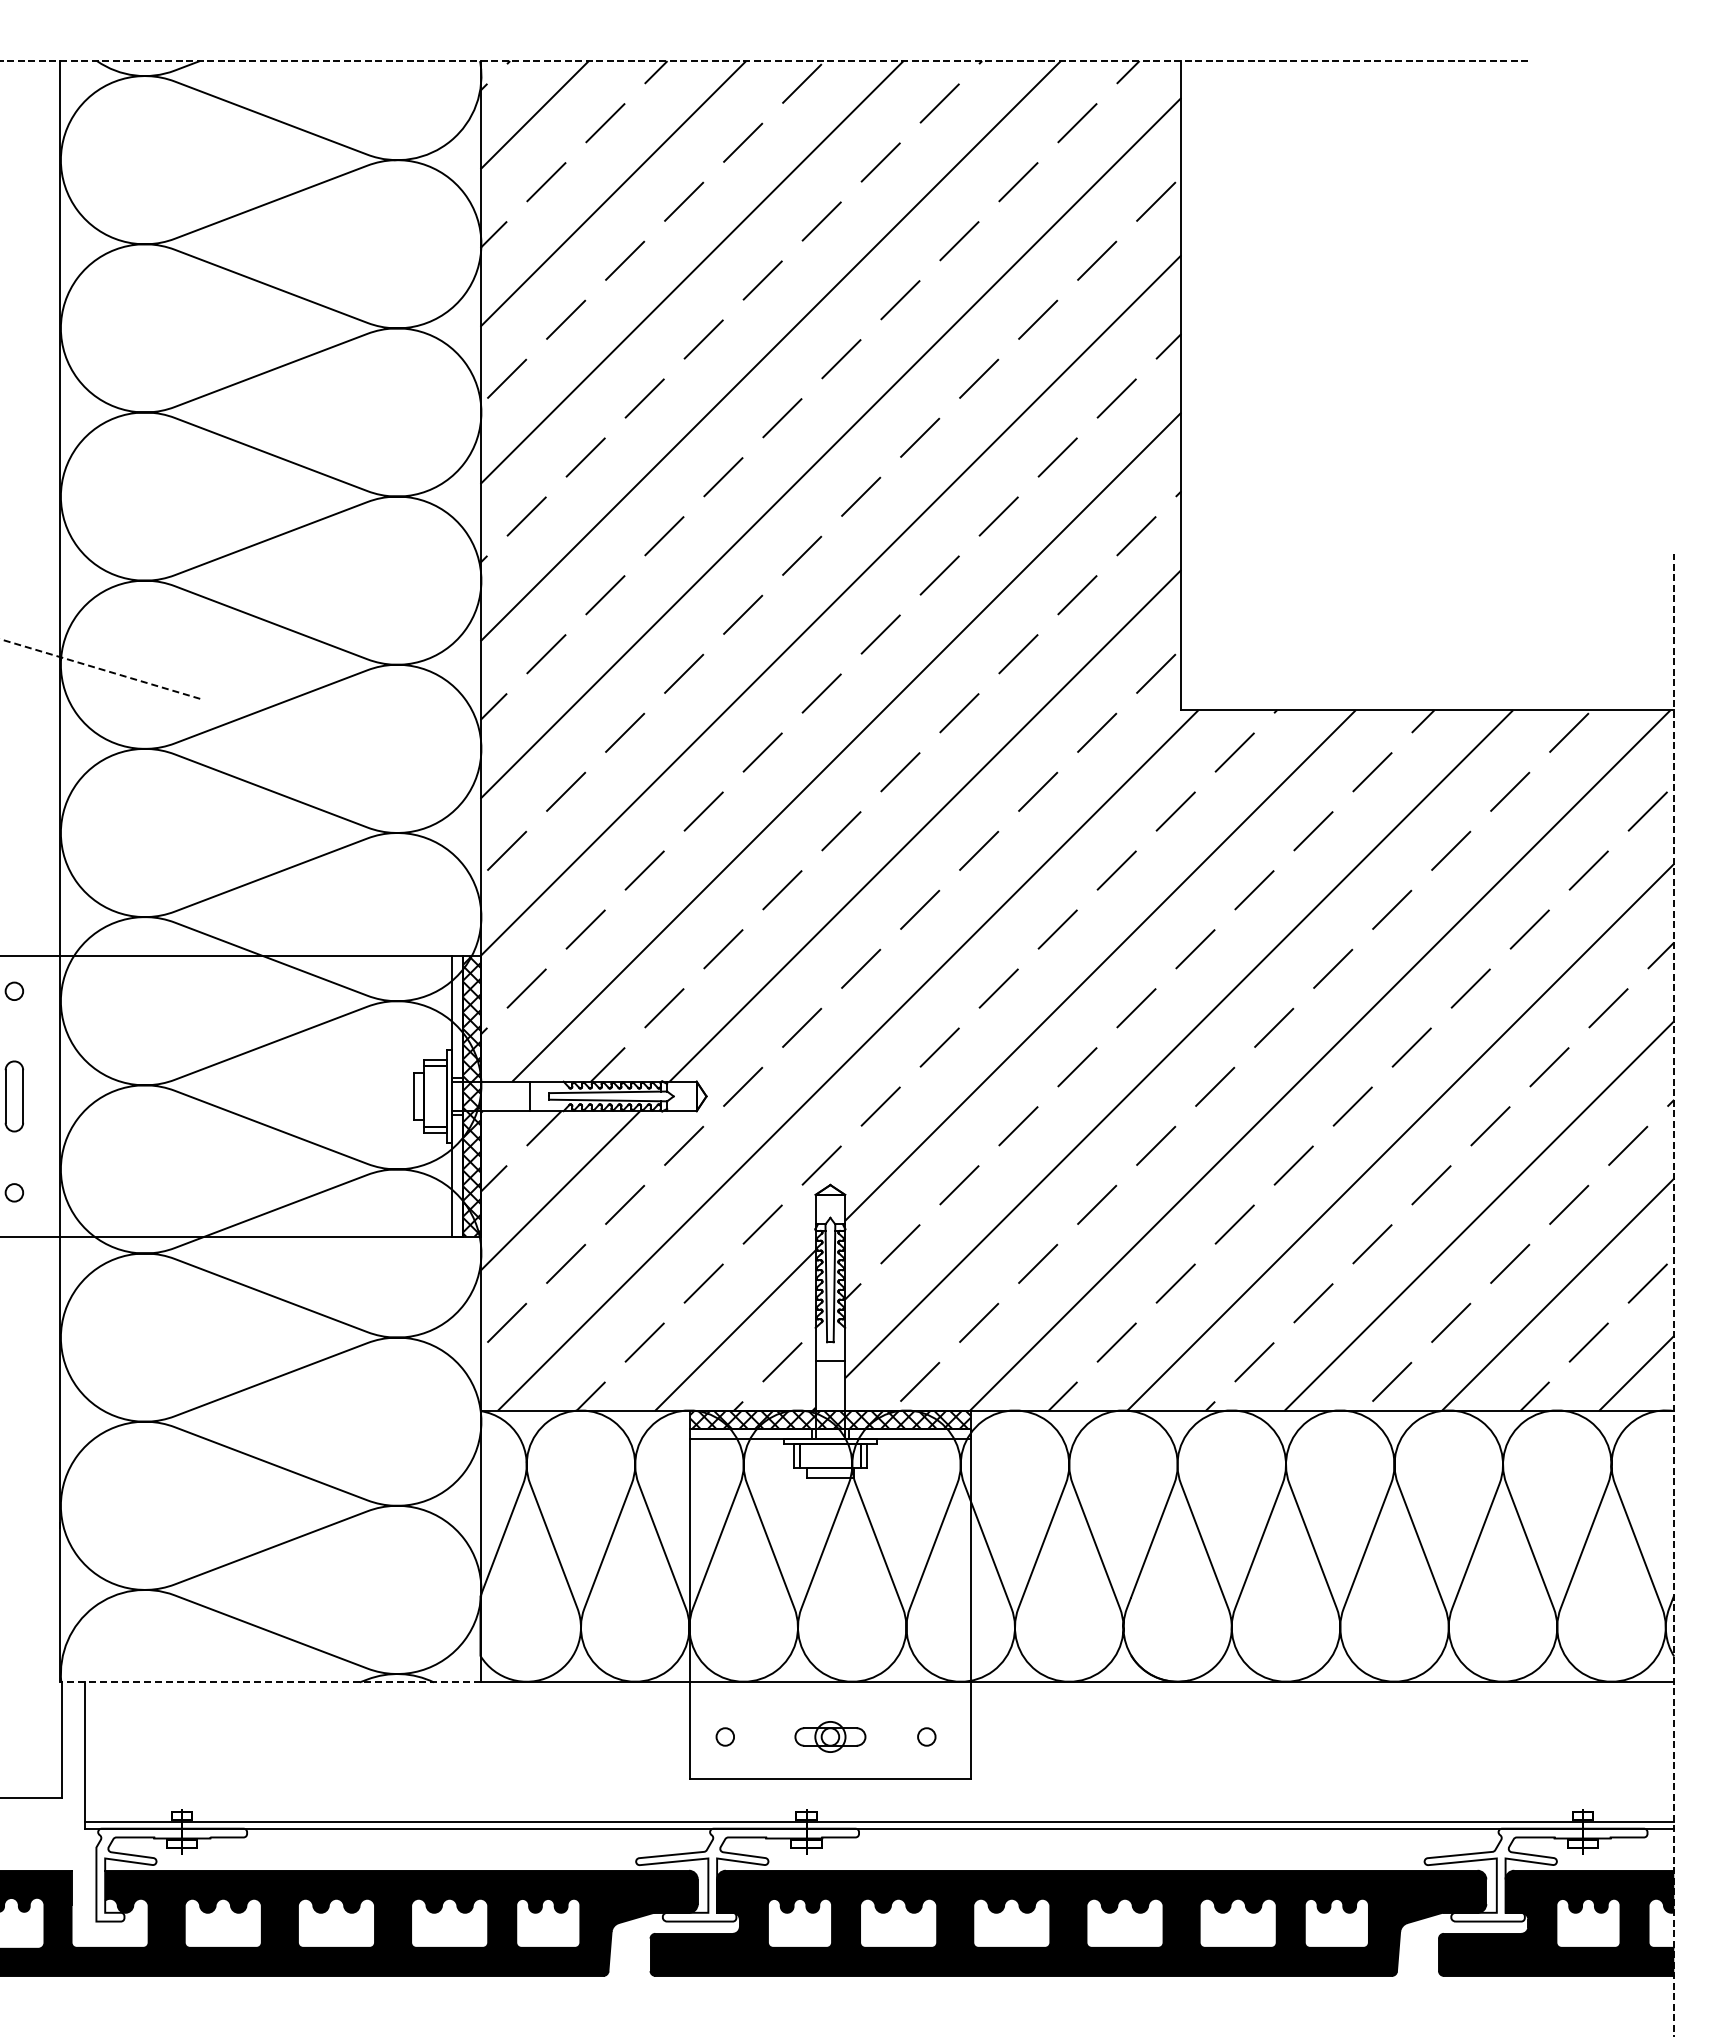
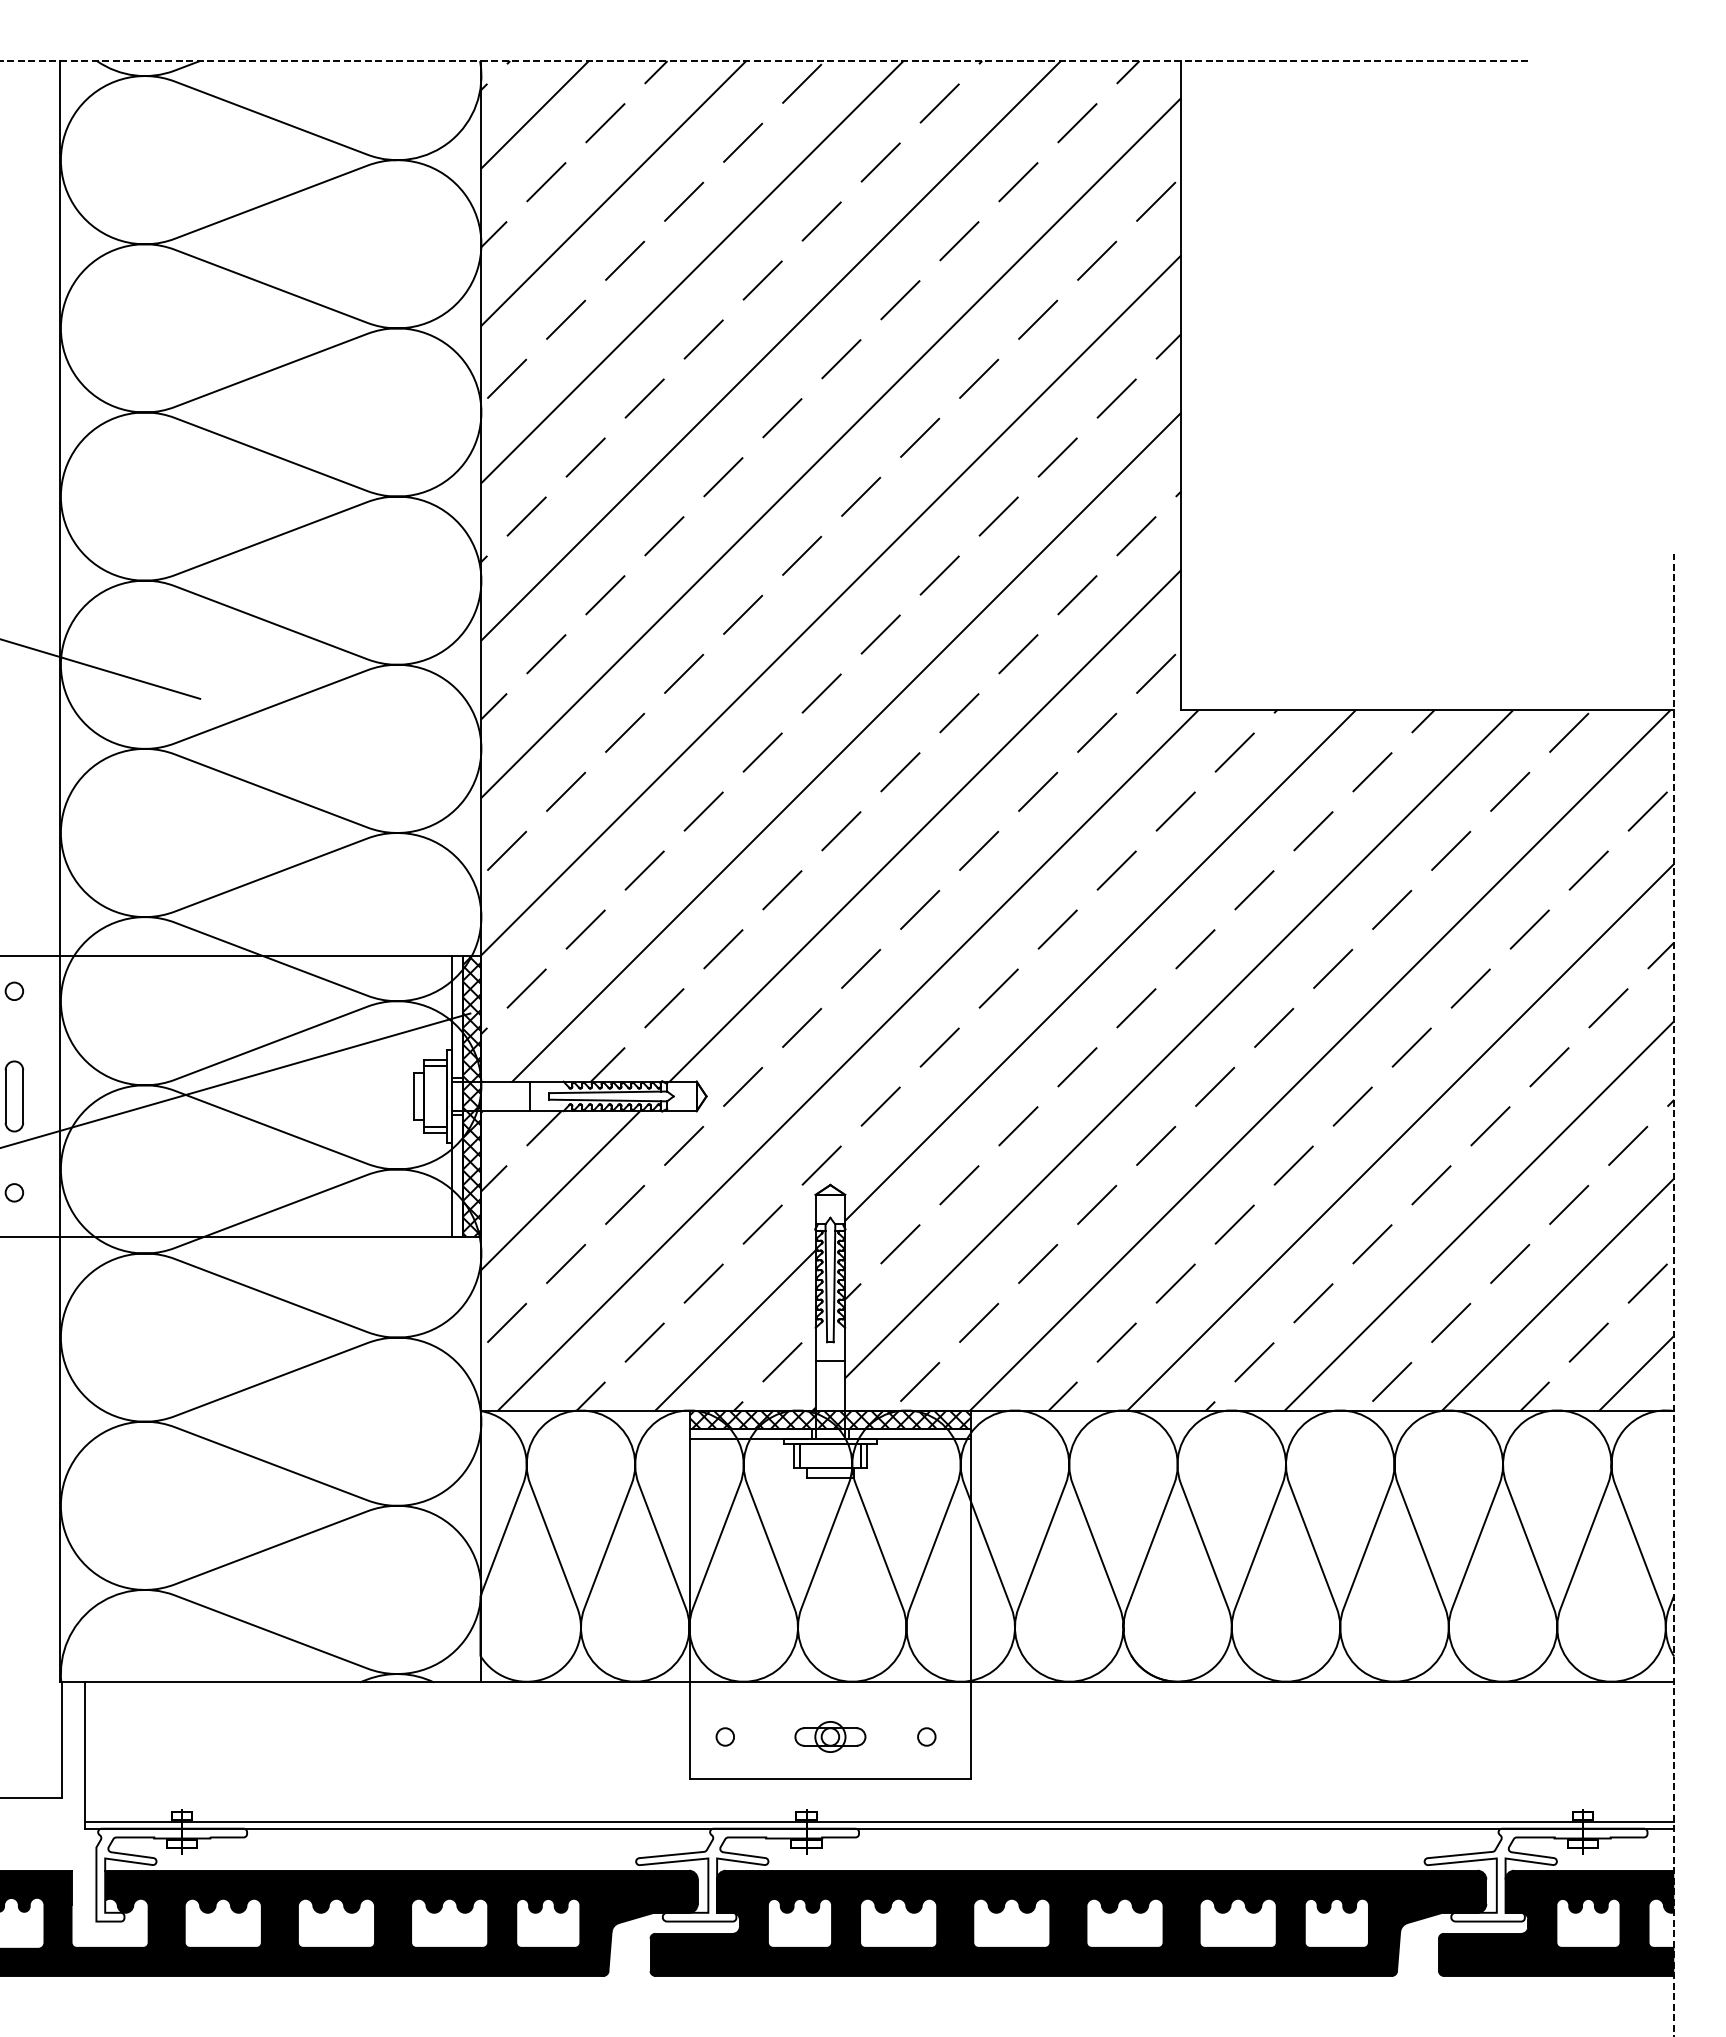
line at (99, 668): dashed -> solid
line at (236, 1080): none -> present
line at (269, 1682): dashed -> solid
